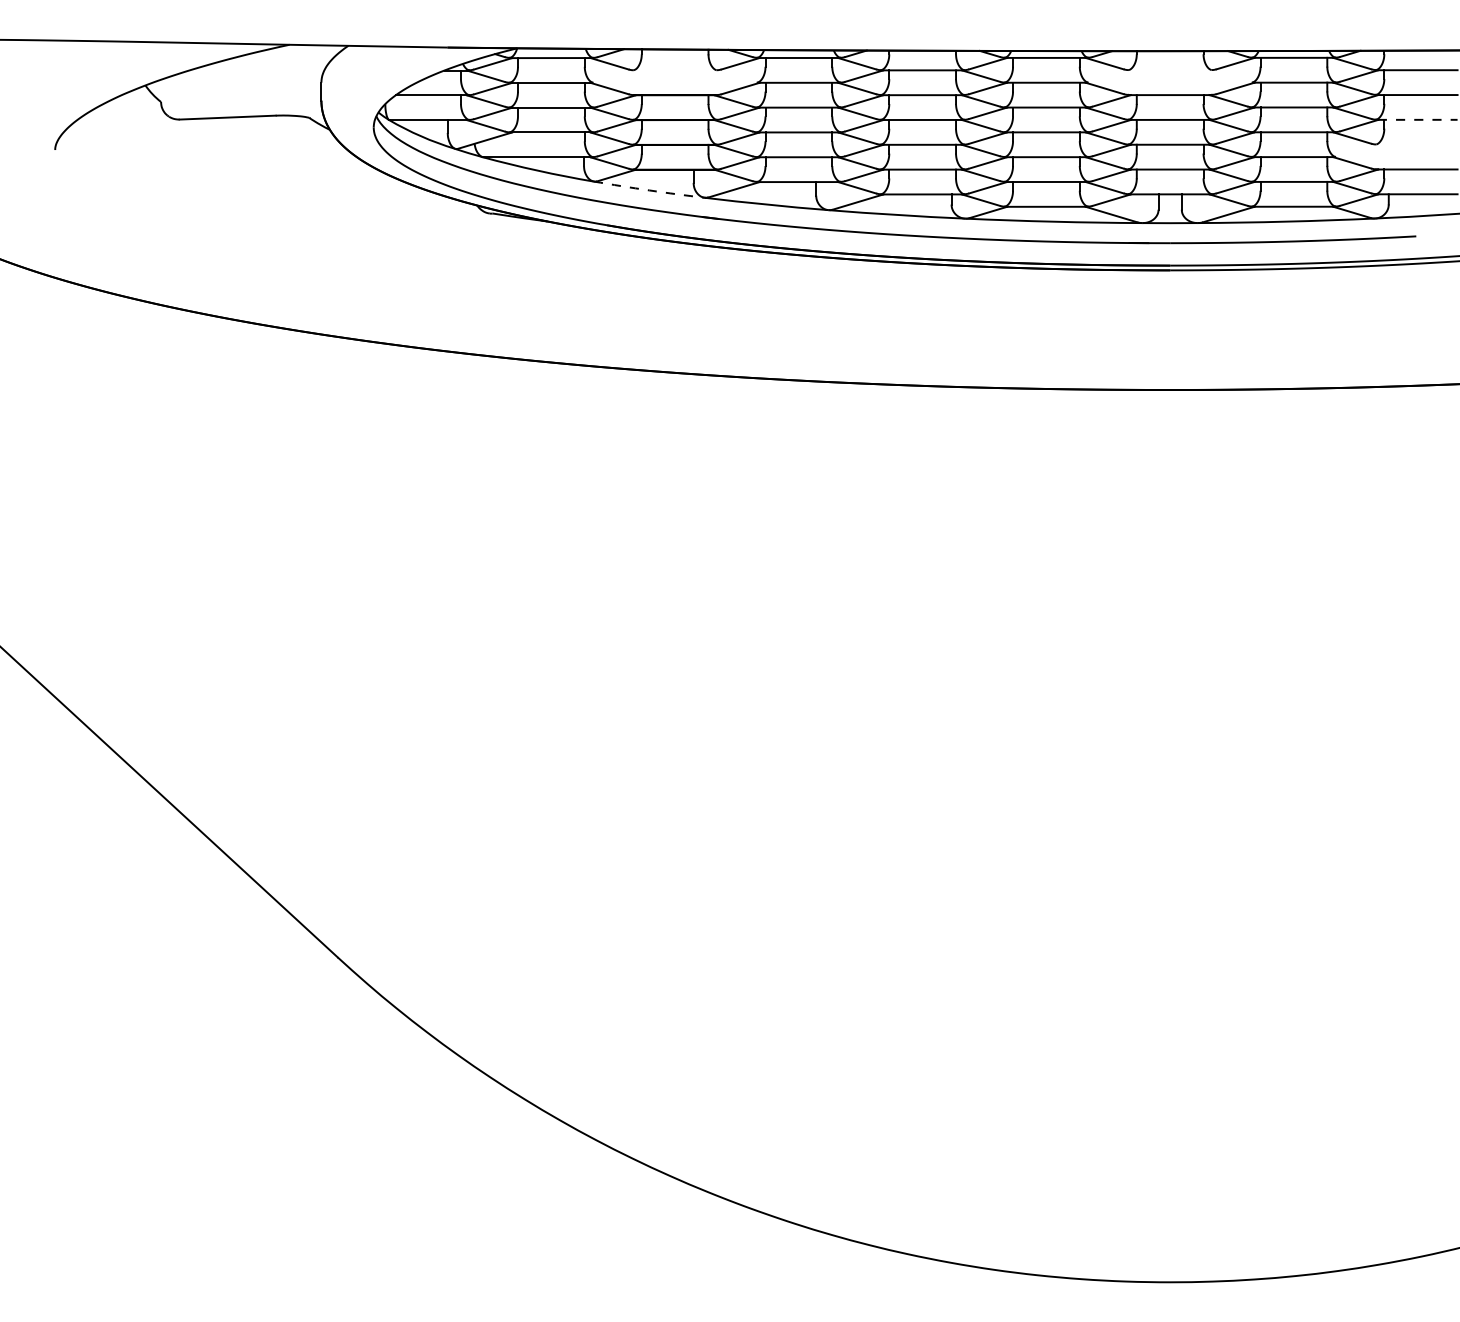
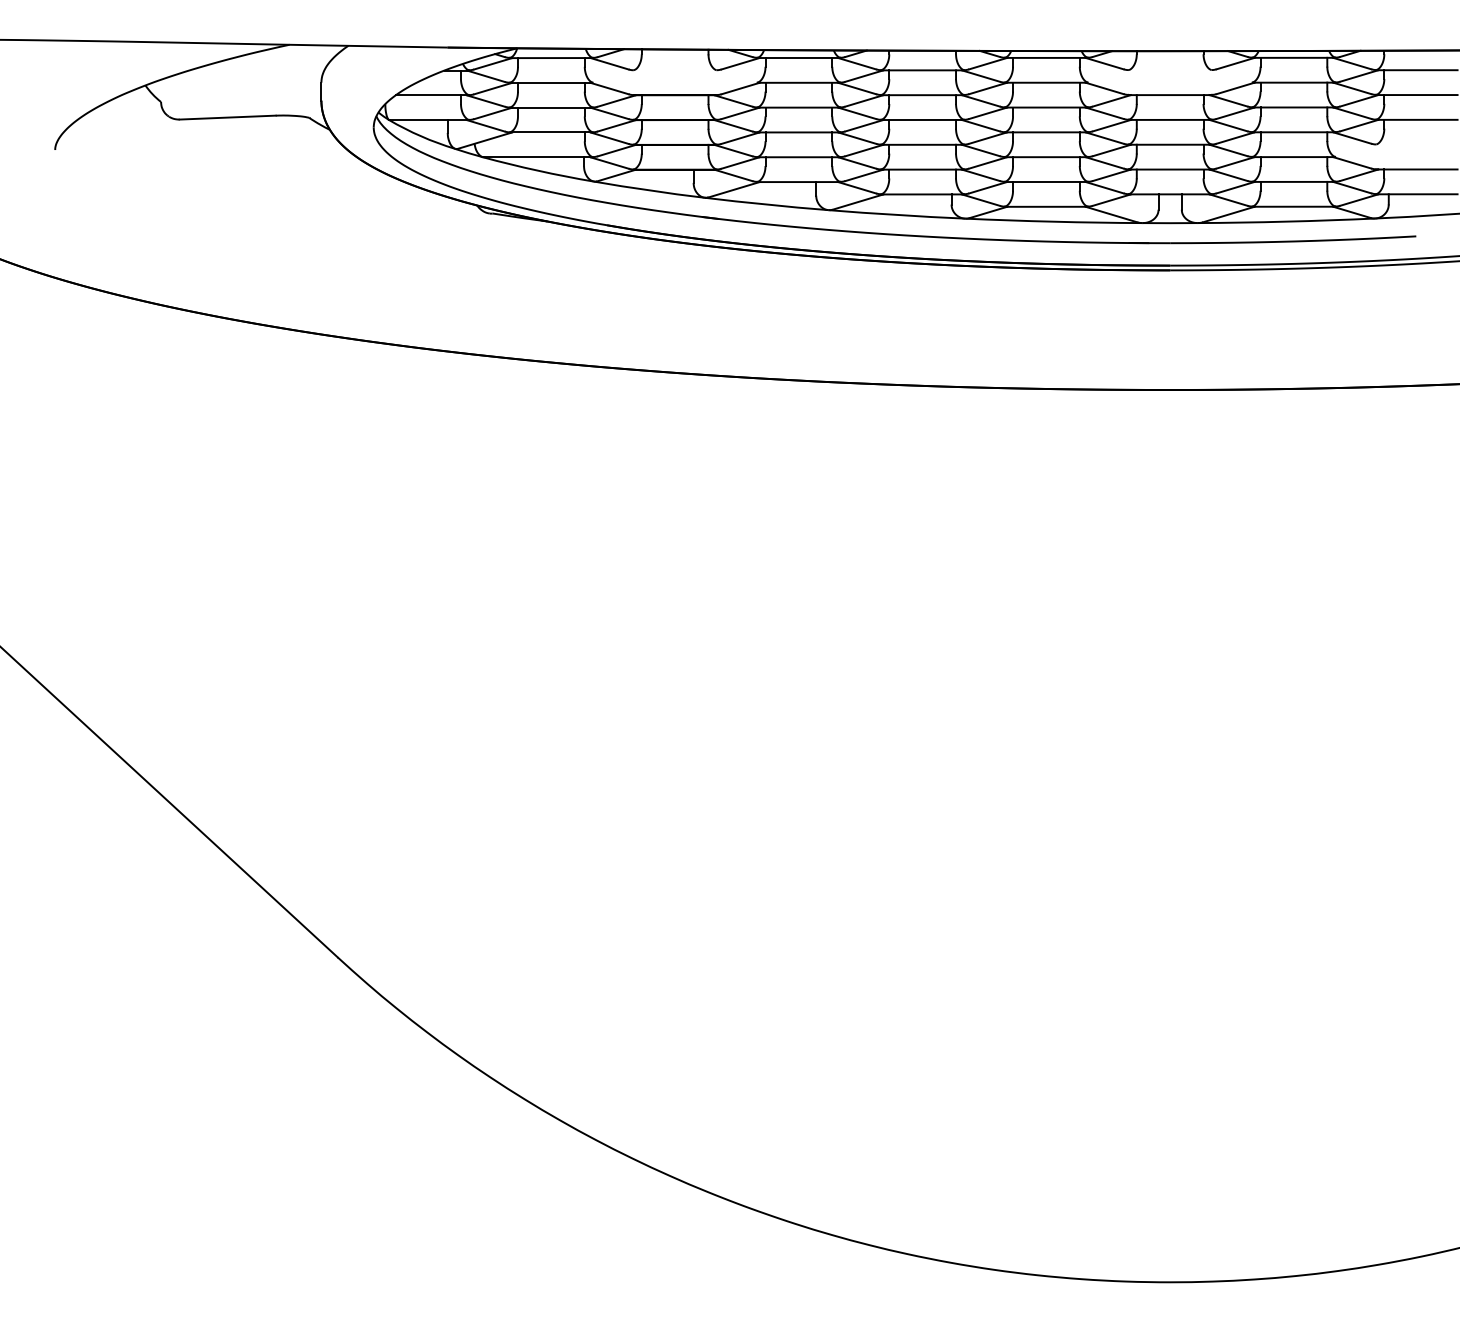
line at (1417, 119): dashed -> solid
arc at (649, 190): dashed -> solid
